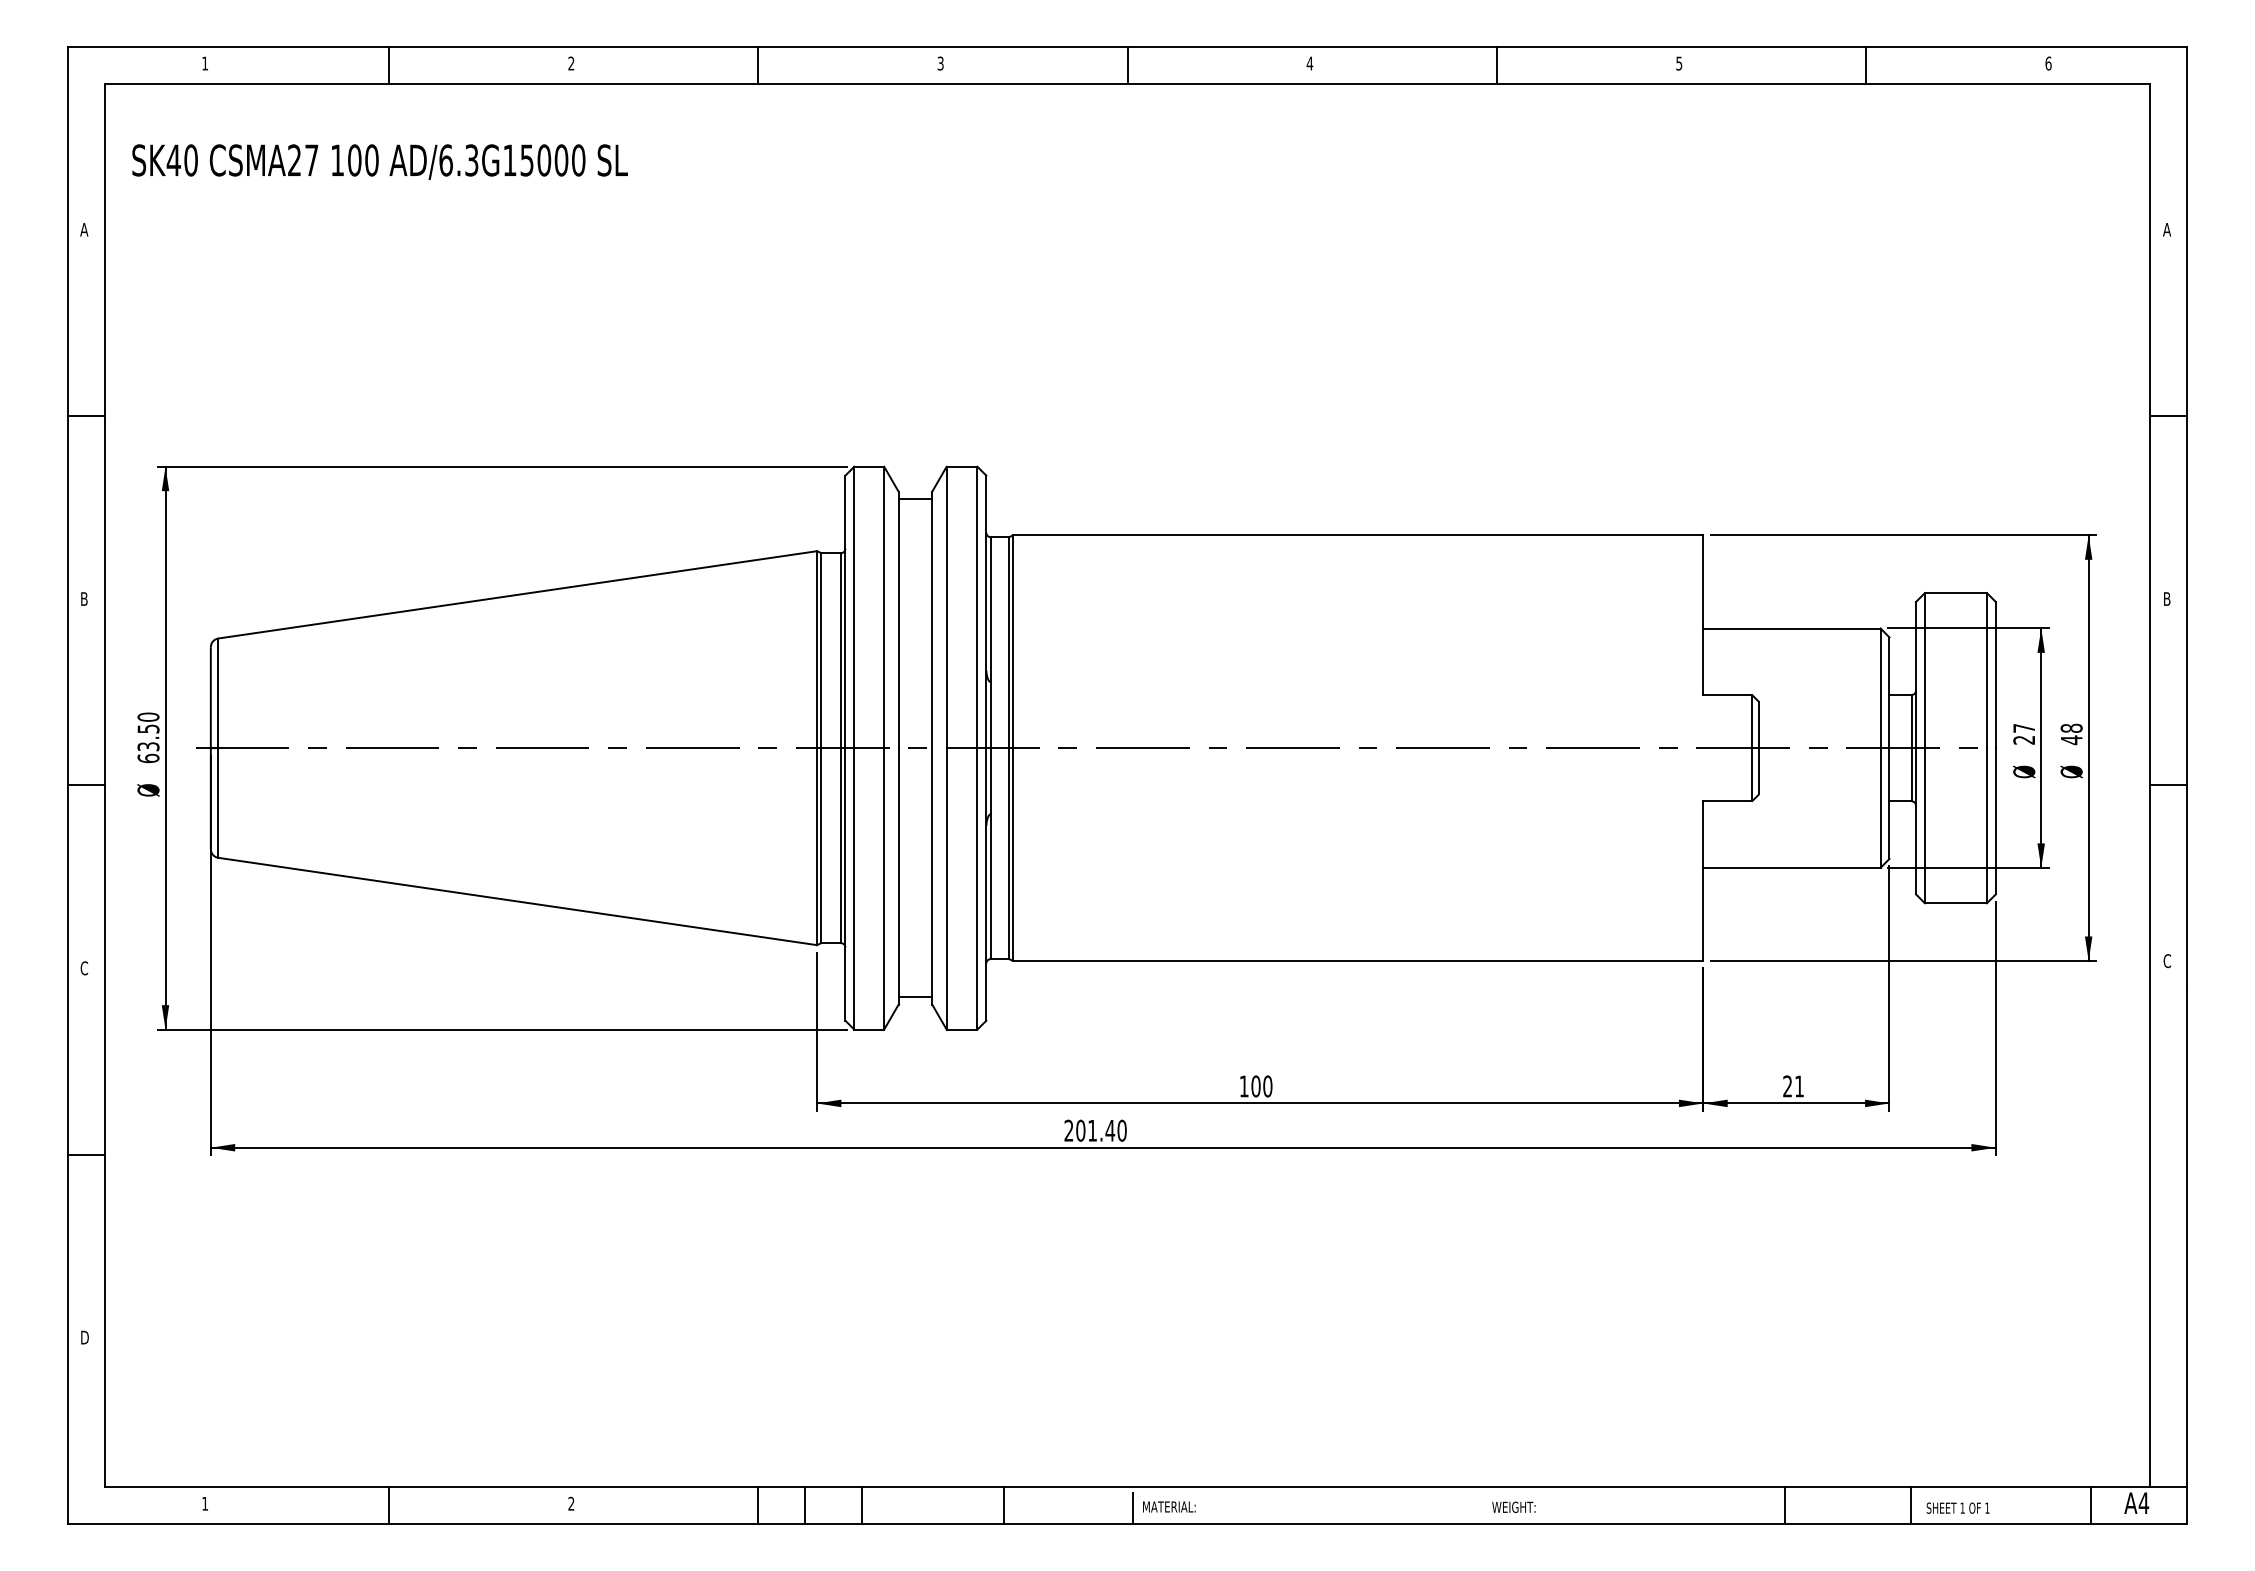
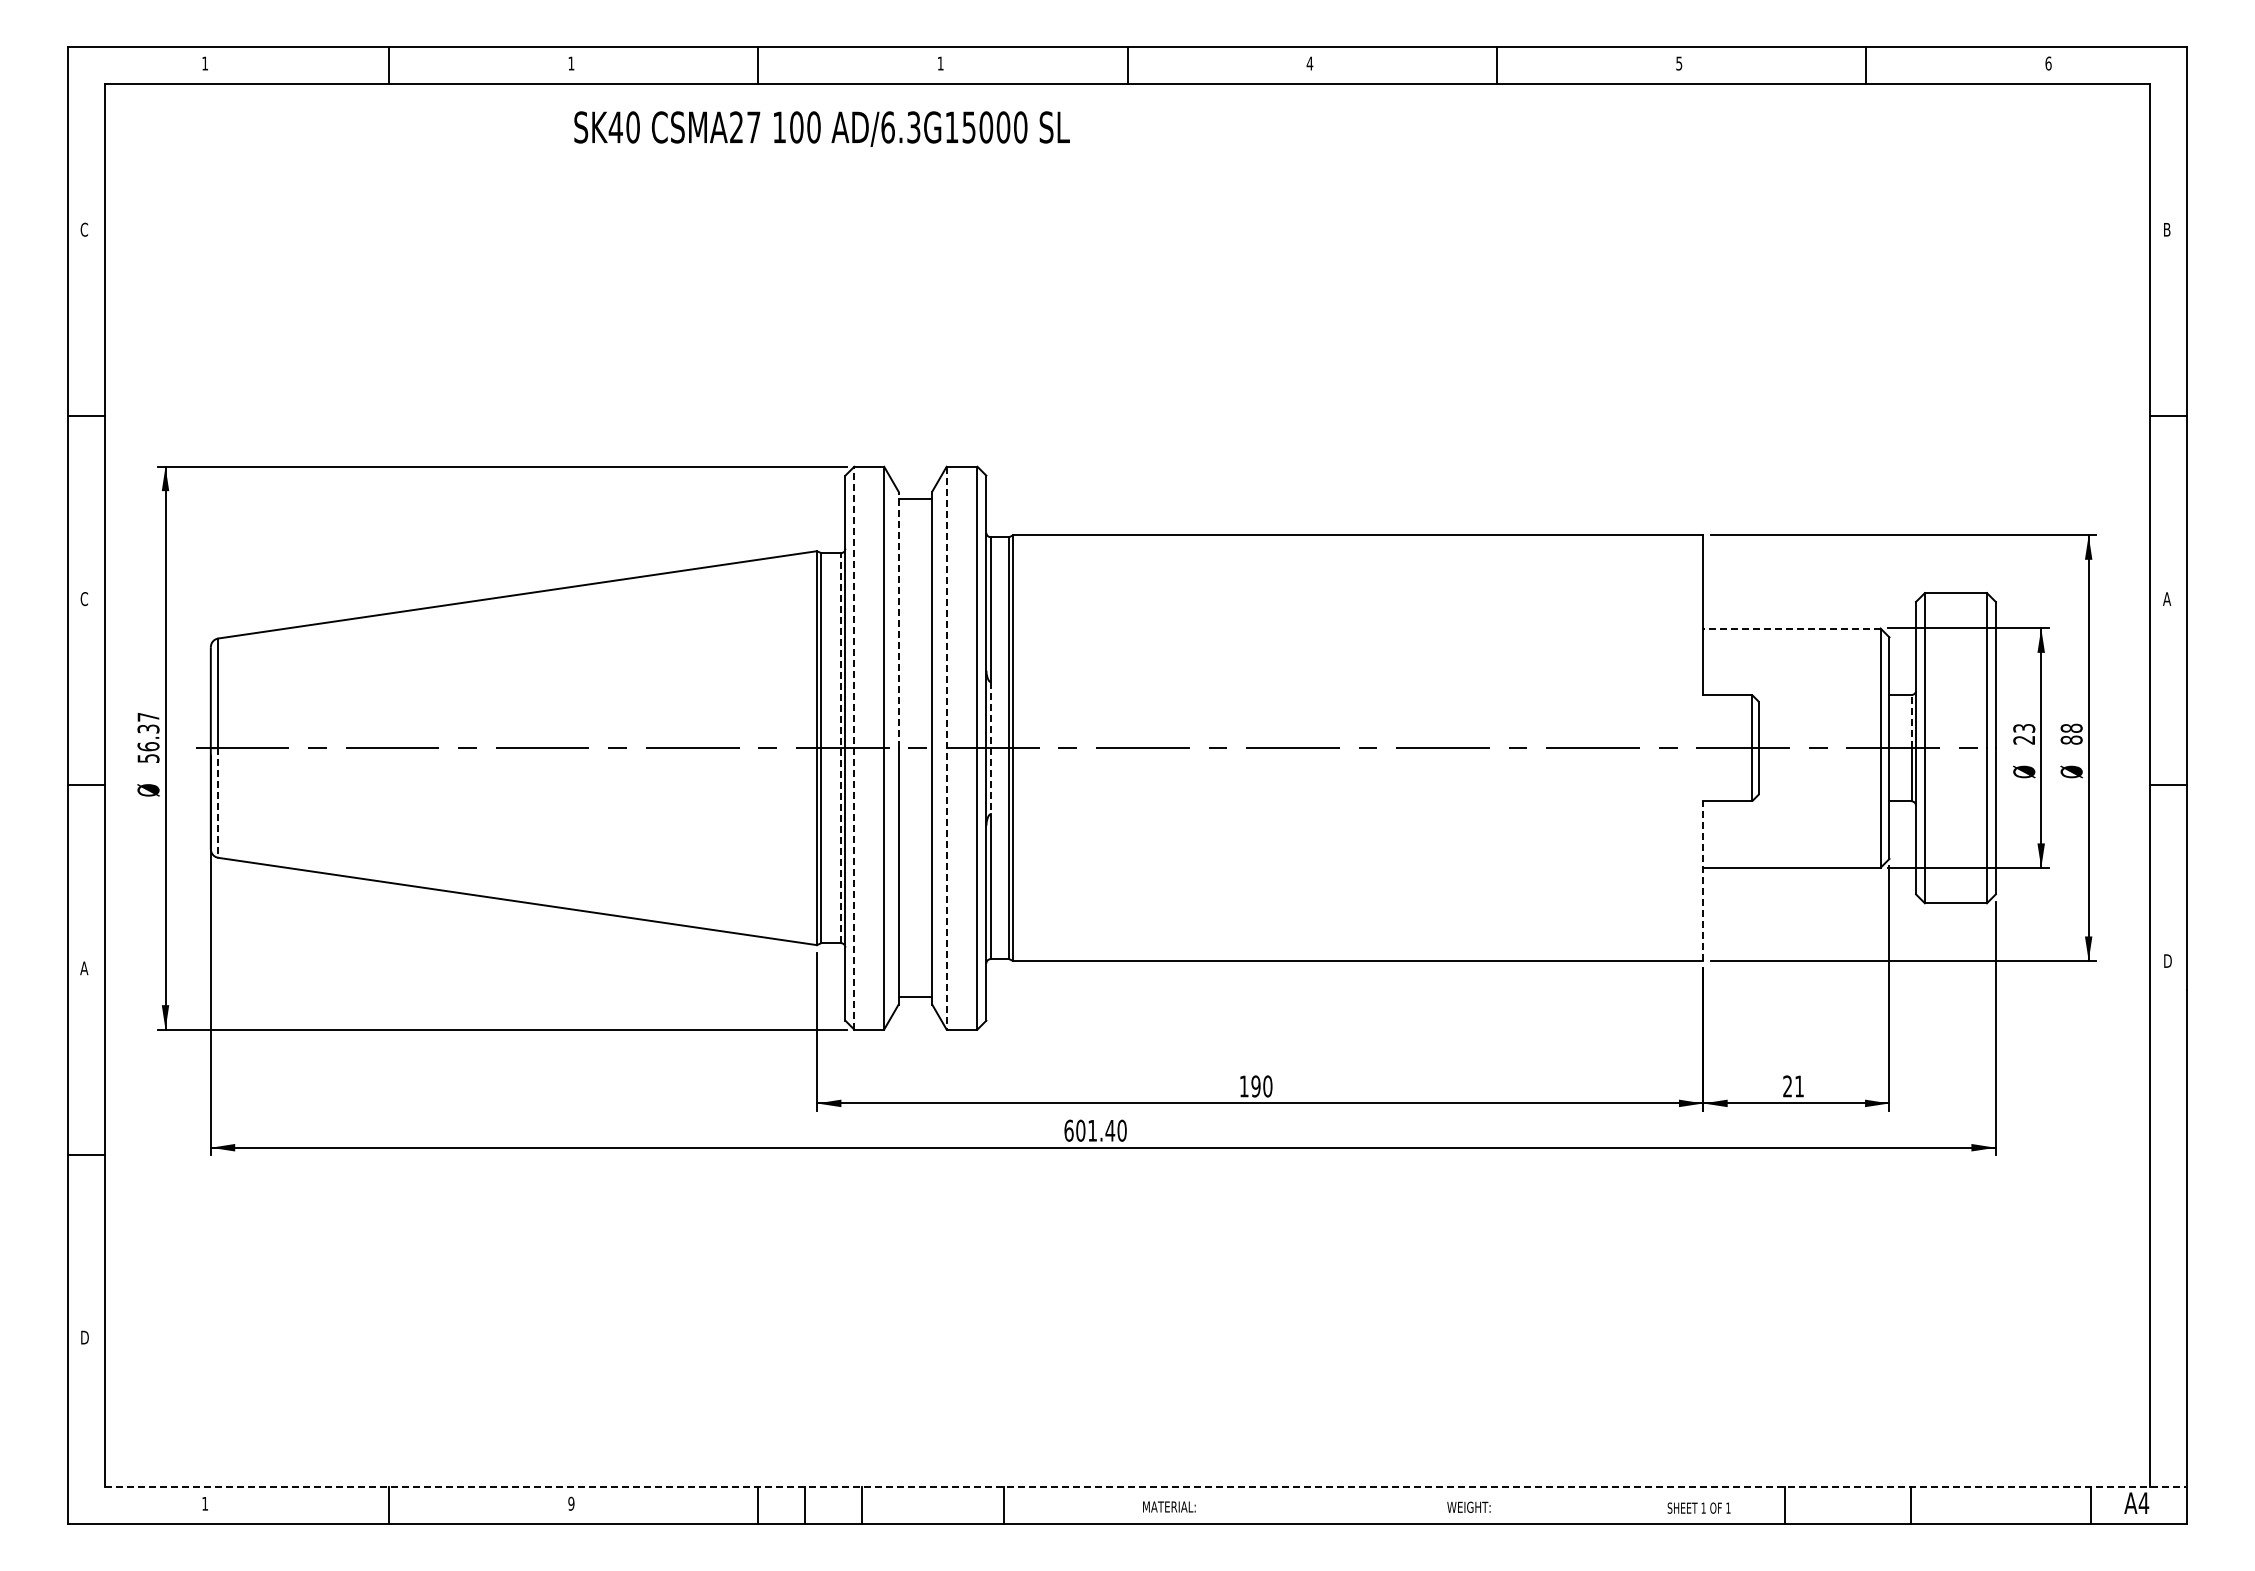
text at (571, 63): 2 -> 1
text at (940, 63): 3 -> 1
text at (379, 161) position: (379, 161) -> (821, 128)
text at (84, 229): A -> C
text at (2167, 229): A -> B
text at (2167, 598): B -> A
text at (84, 599): B -> C
line at (898, 619): solid -> dashed
line at (1791, 628): solid -> dashed
line at (1911, 721): solid -> dashed
text at (2024, 728): 27 -> 23
text at (148, 737): 63.50 -> 56.37
text at (2071, 740): 48 -> 88
line at (854, 747): solid -> dashed
line at (840, 748): solid -> dashed
line at (946, 748): solid -> dashed
line at (990, 748): solid -> dashed
line at (218, 803): solid -> dashed
line at (1703, 881): solid -> dashed
text at (2167, 961): C -> D
text at (84, 968): C -> A
text at (1255, 1086): 100 -> 190
text at (1068, 1130): 201.40 -> 601.40
line at (1146, 1487): solid -> dashed
text at (571, 1503): 2 -> 9
text at (1513, 1506) position: (1513, 1506) -> (1468, 1506)
text at (1957, 1507) position: (1957, 1507) -> (1698, 1507)
line at (1132, 1508): present -> none
